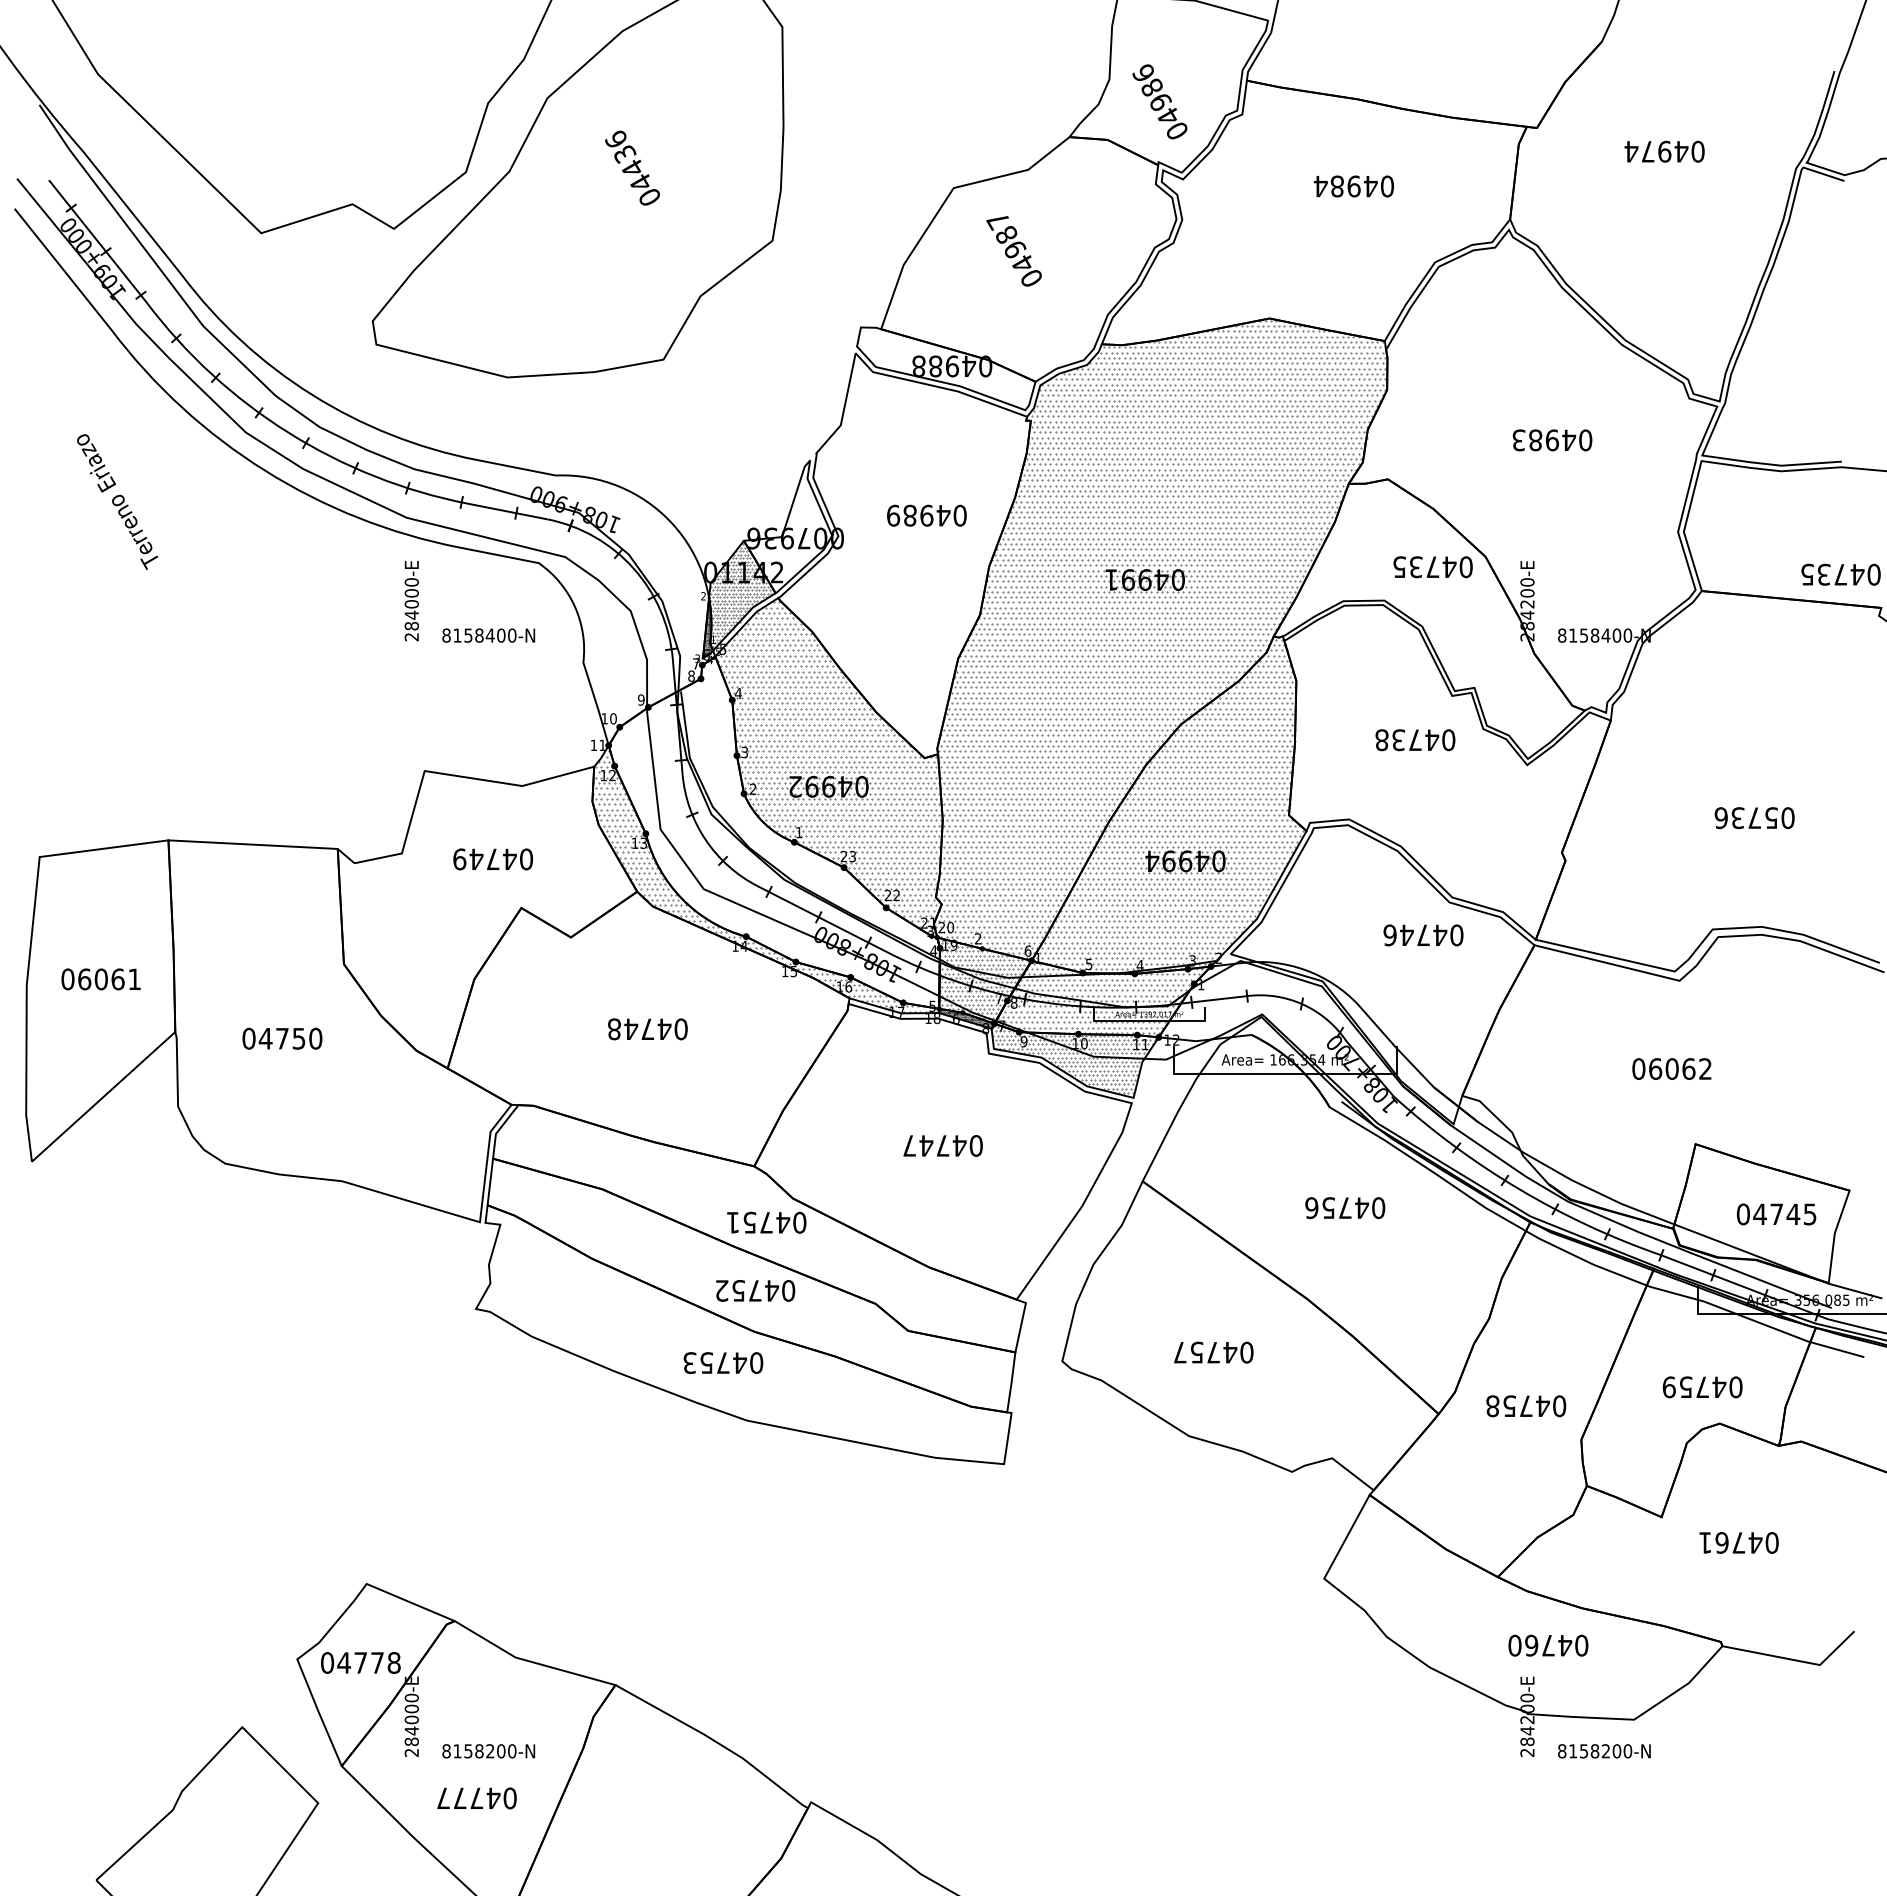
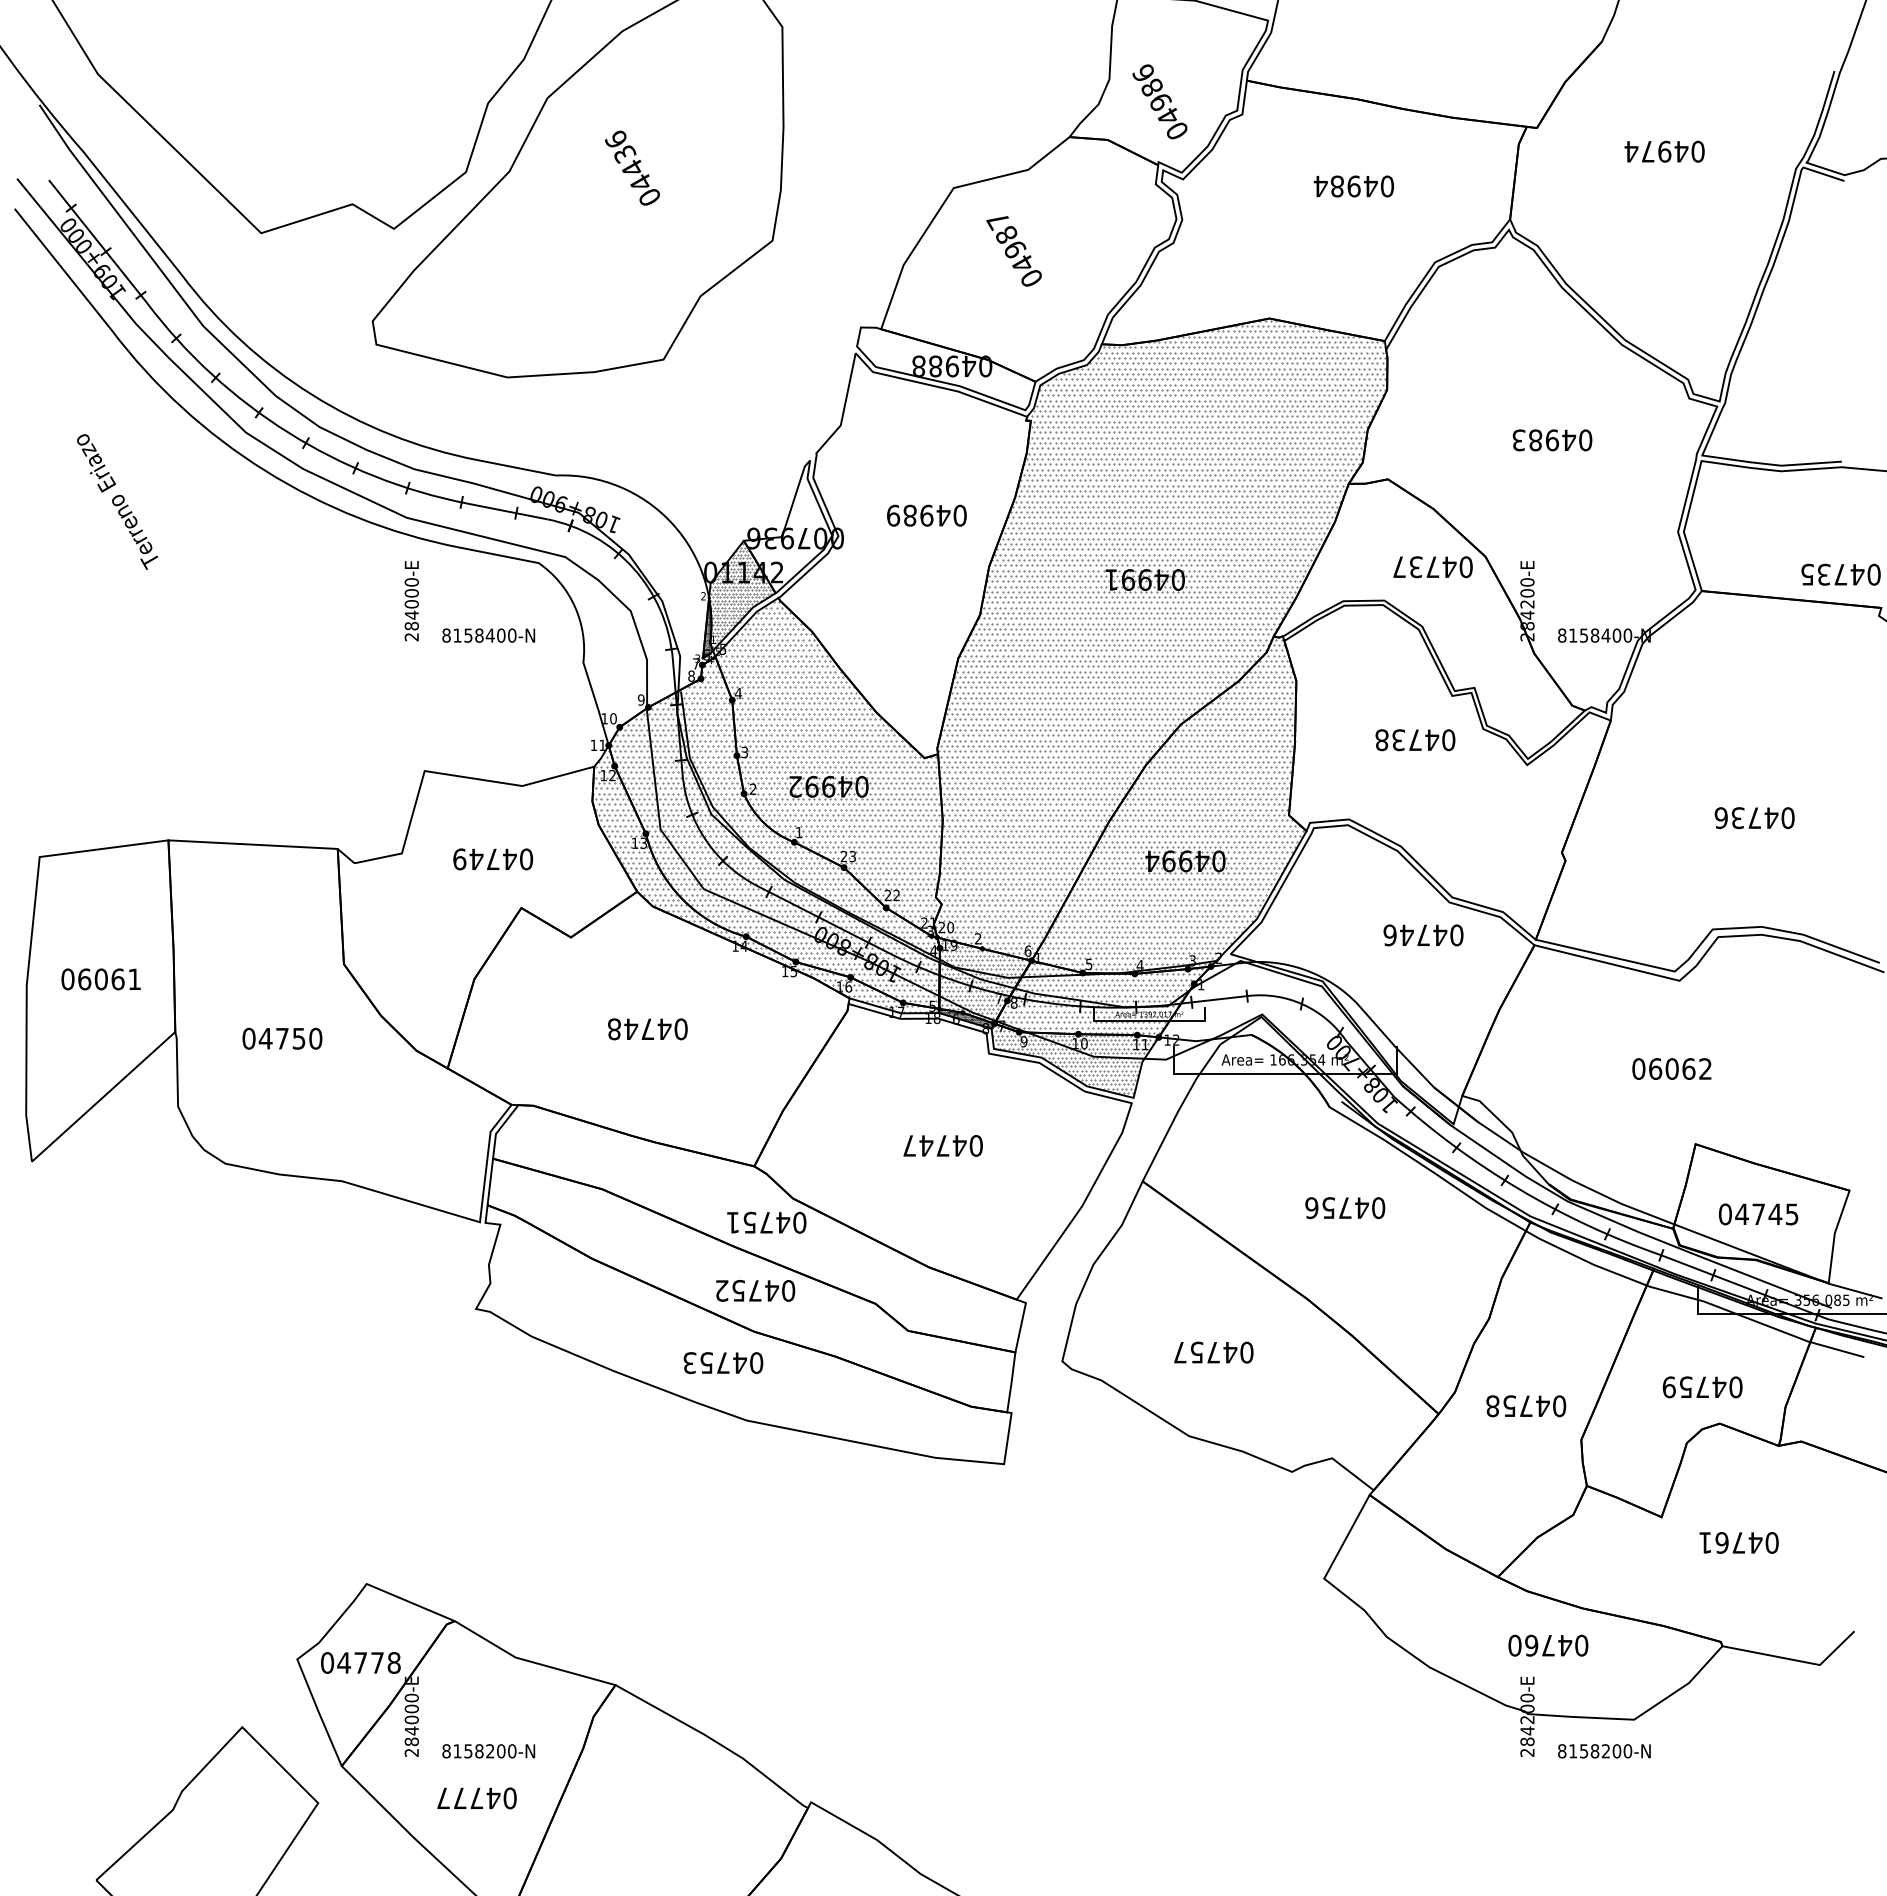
text at (1399, 566): 04735 -> 04737
text at (1771, 817): 05736 -> 04736
hatch at (775, 833): none -> present
text at (1776, 1214) position: (1776, 1214) -> (1758, 1214)
